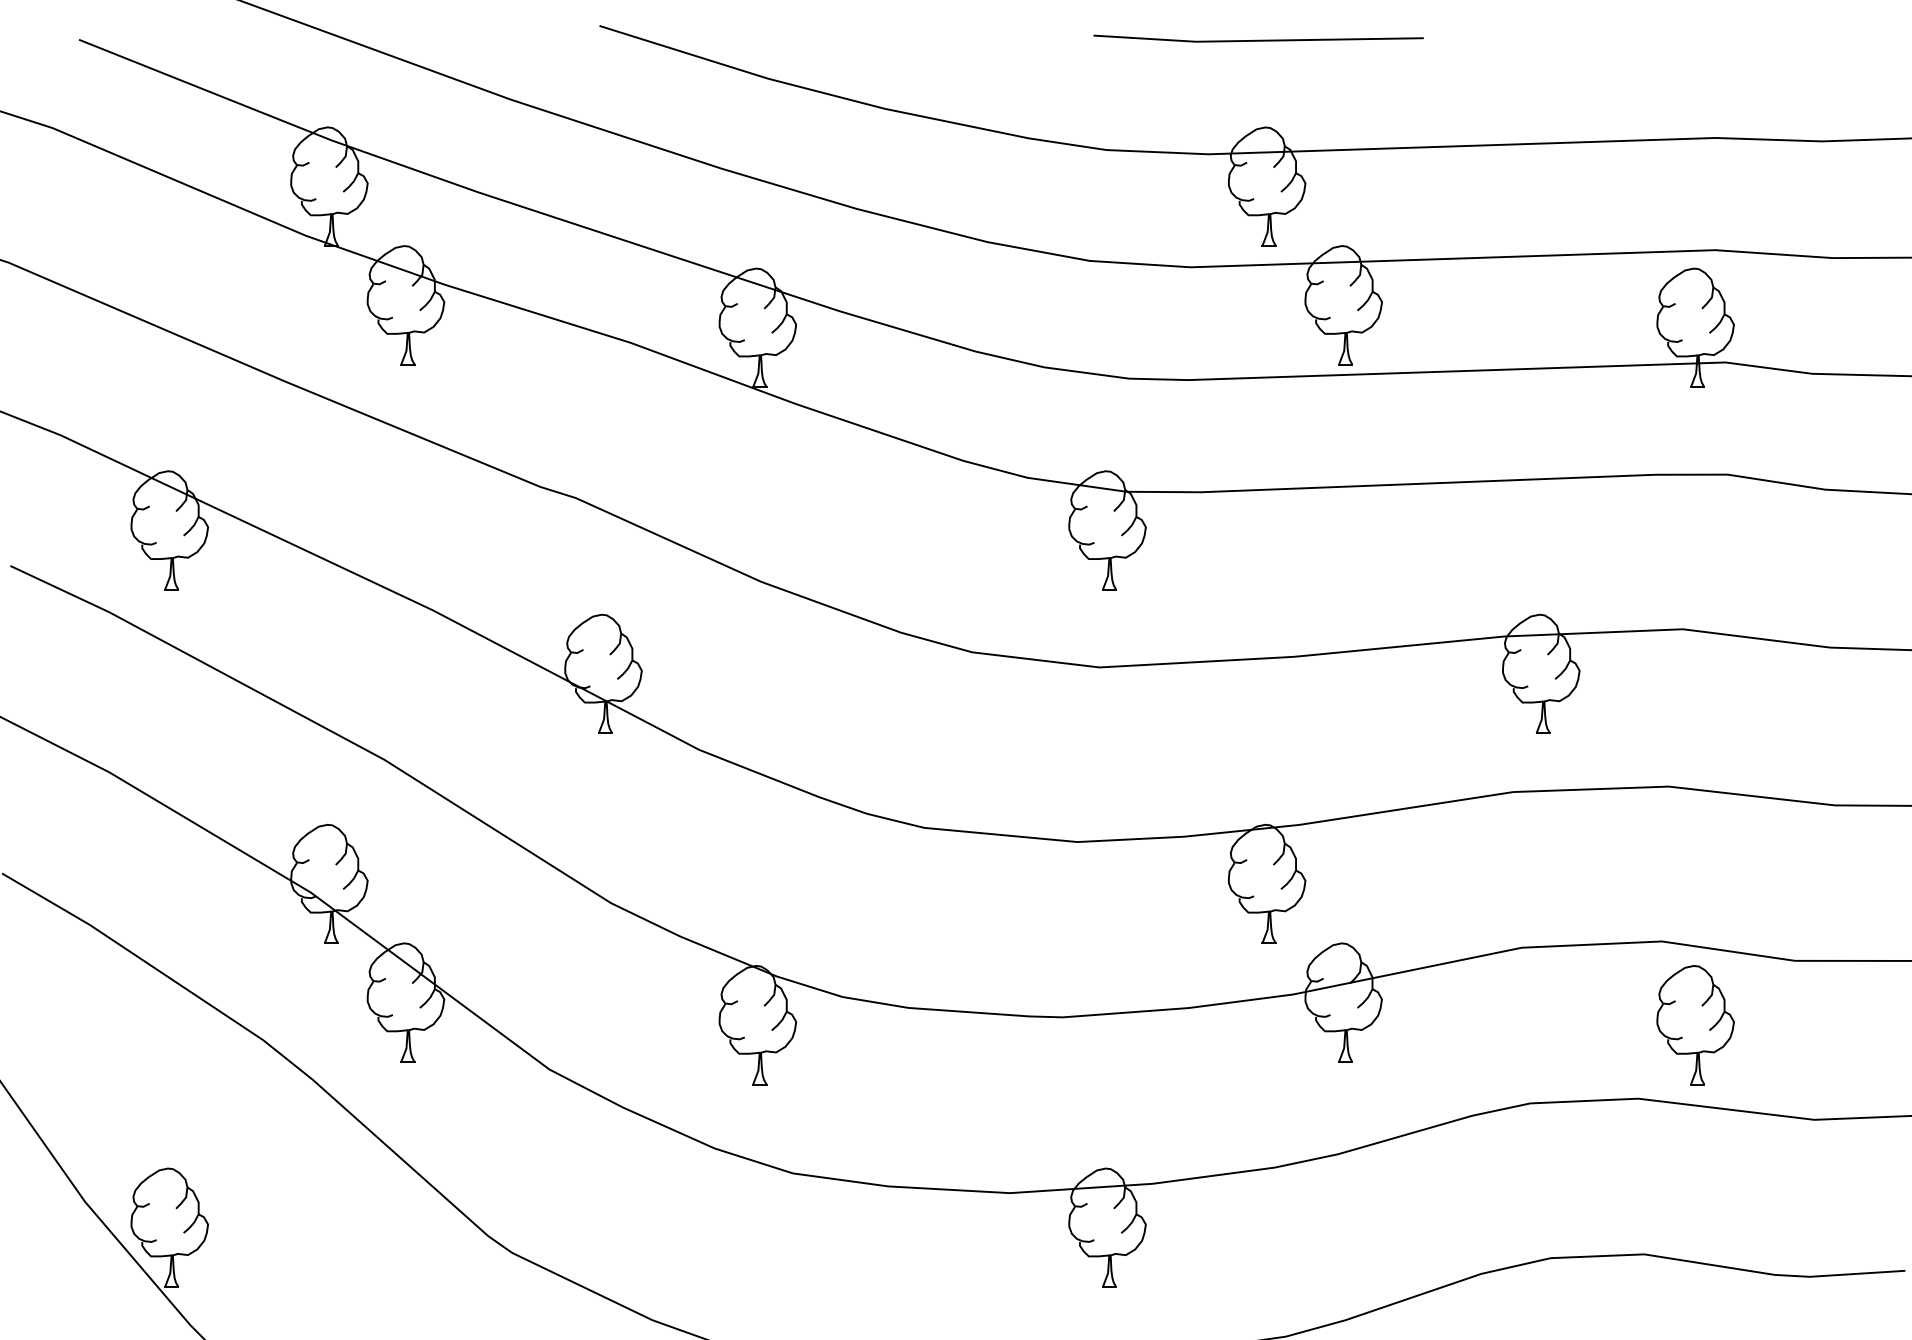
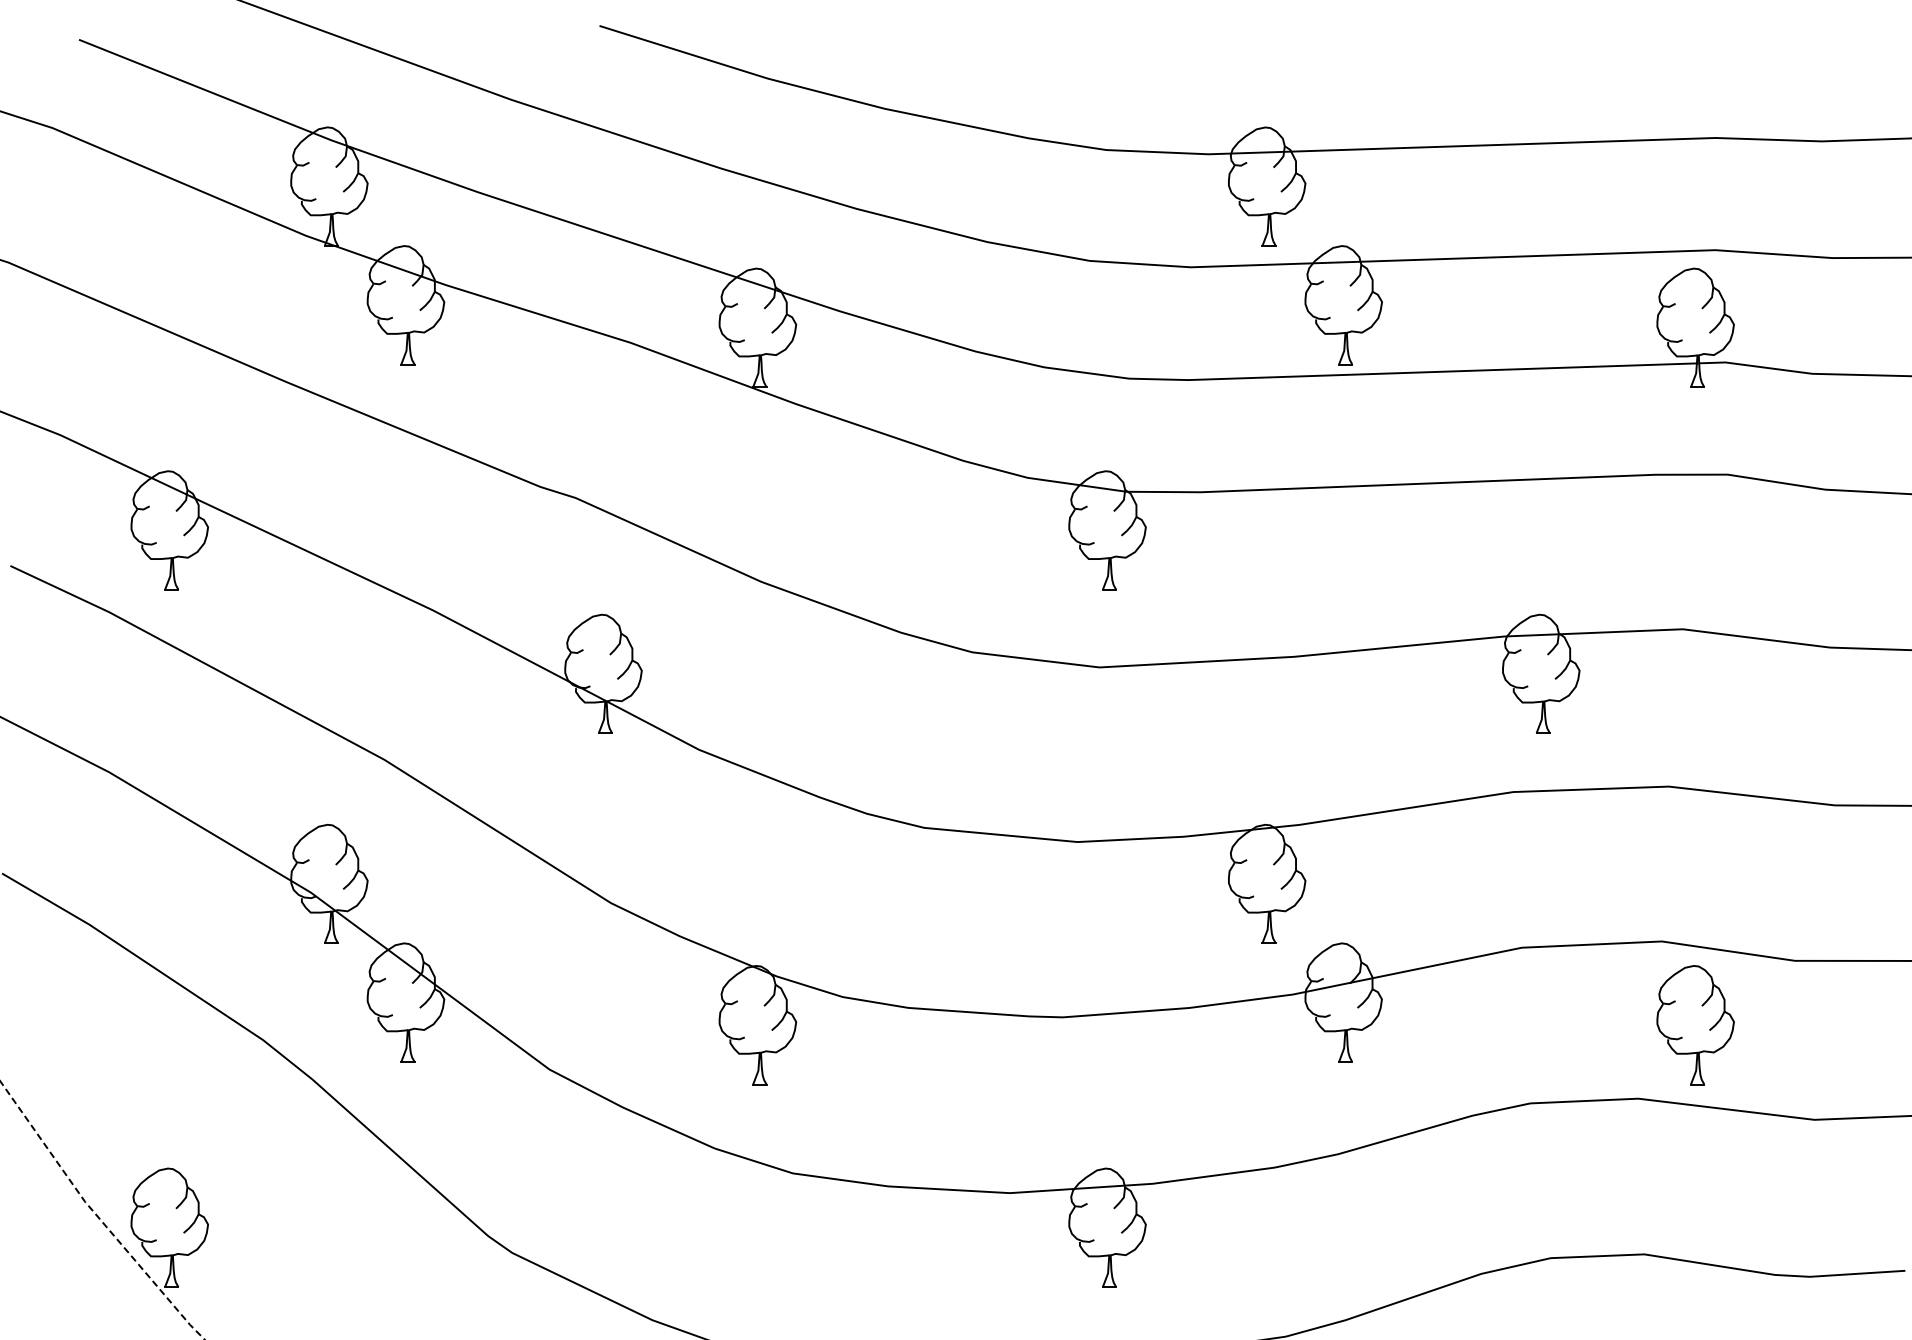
line at (1258, 39): present -> none
line at (96, 1214): solid -> dashed
